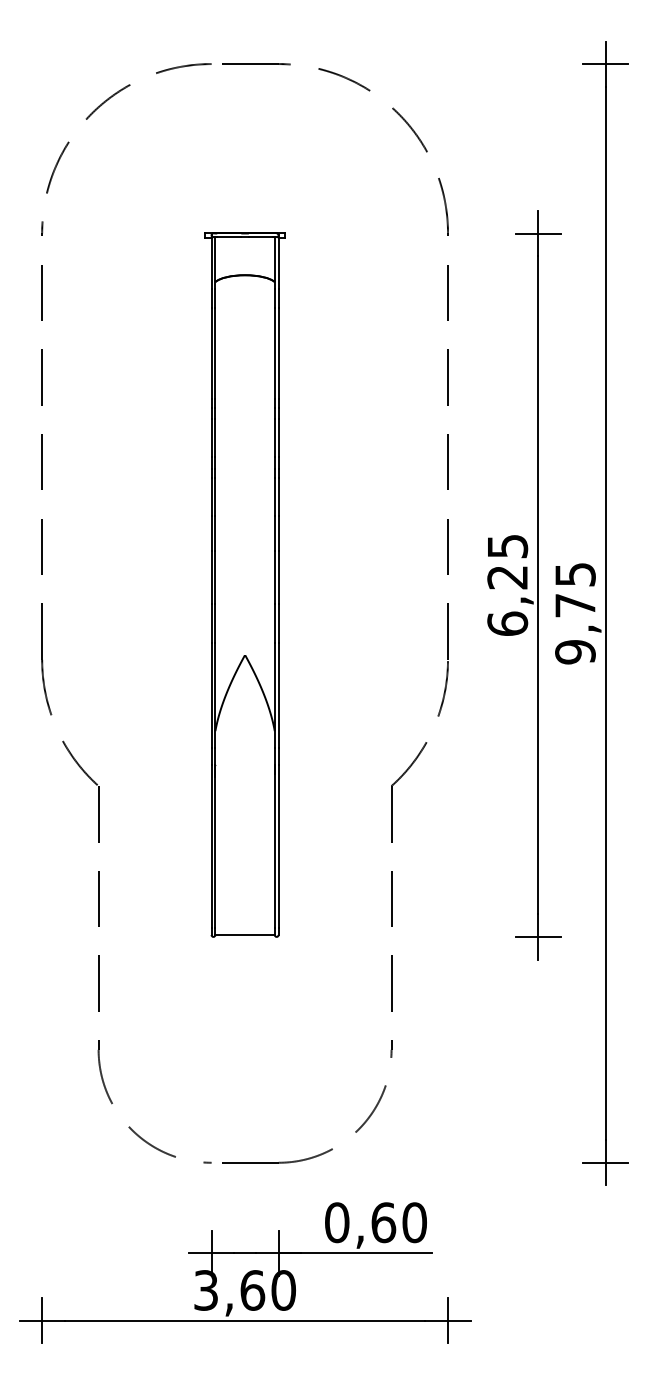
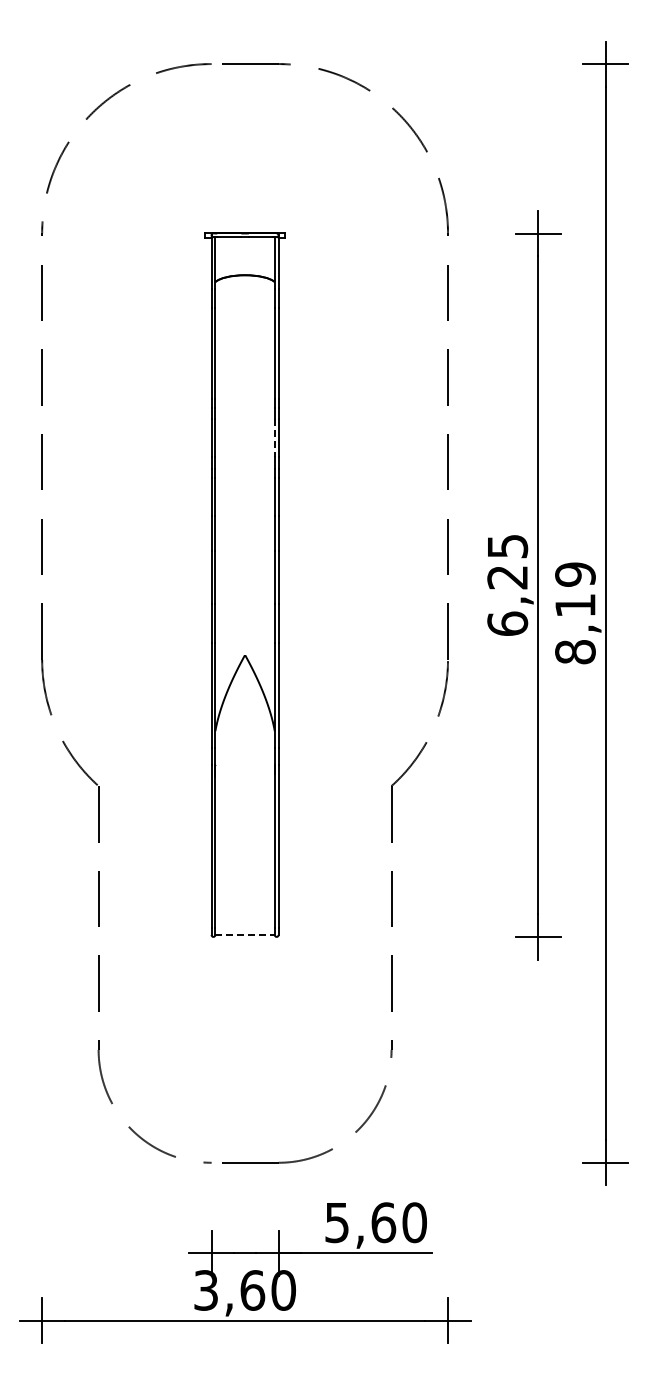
line at (274, 438): solid -> dashed
text at (575, 613): 9,75 -> 8,19
line at (245, 935): solid -> dashed
text at (337, 1222): 0,60 -> 5,60
